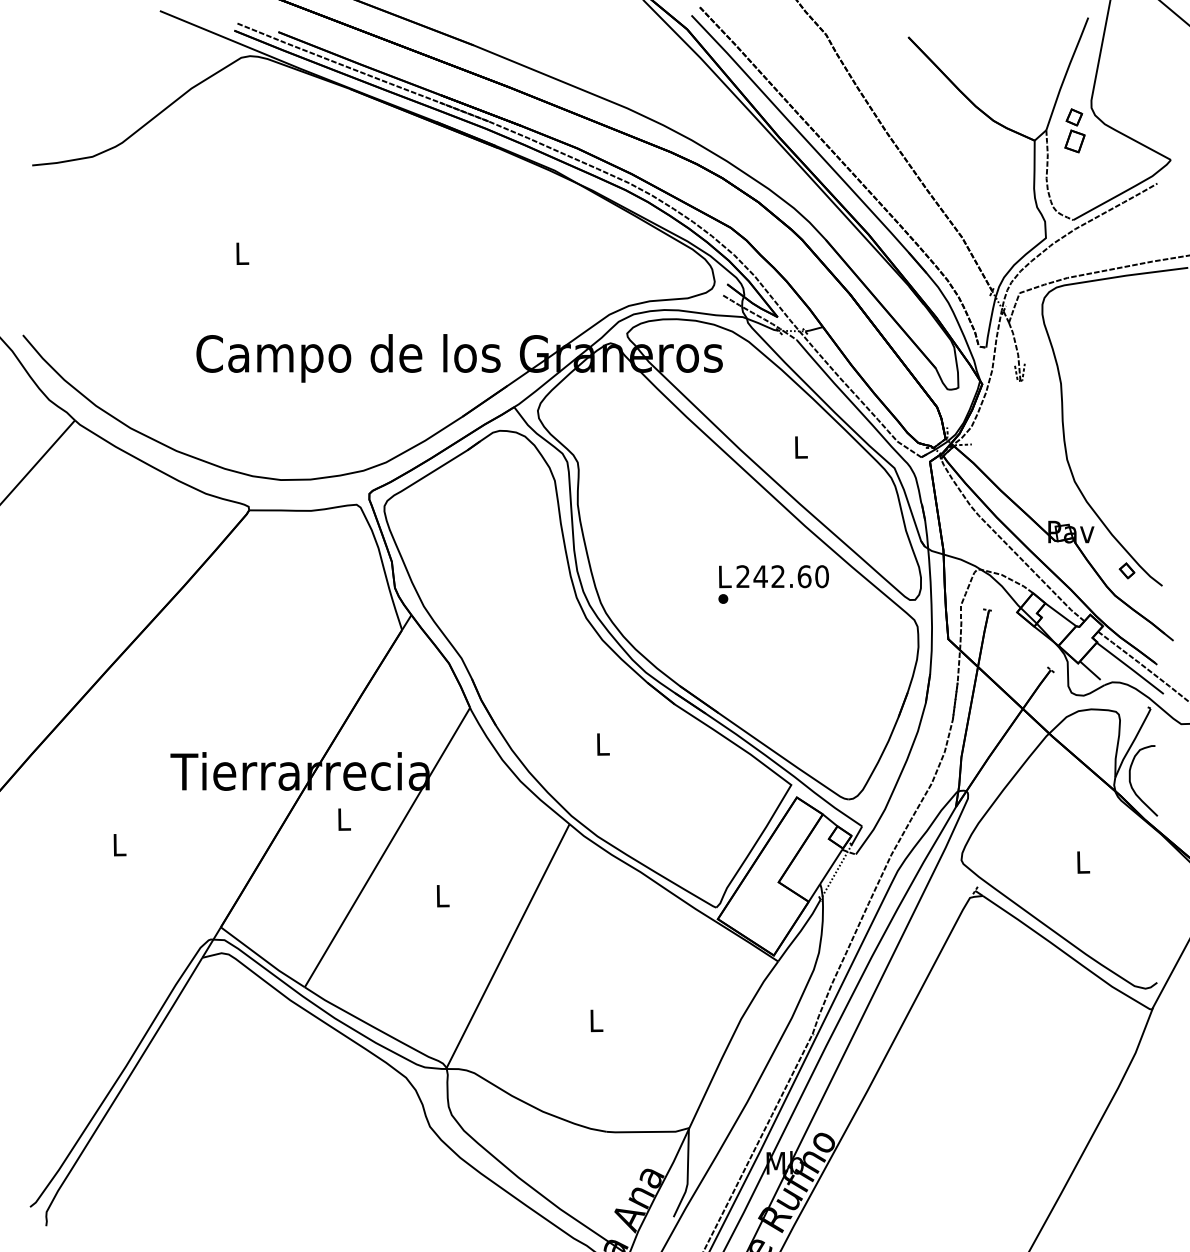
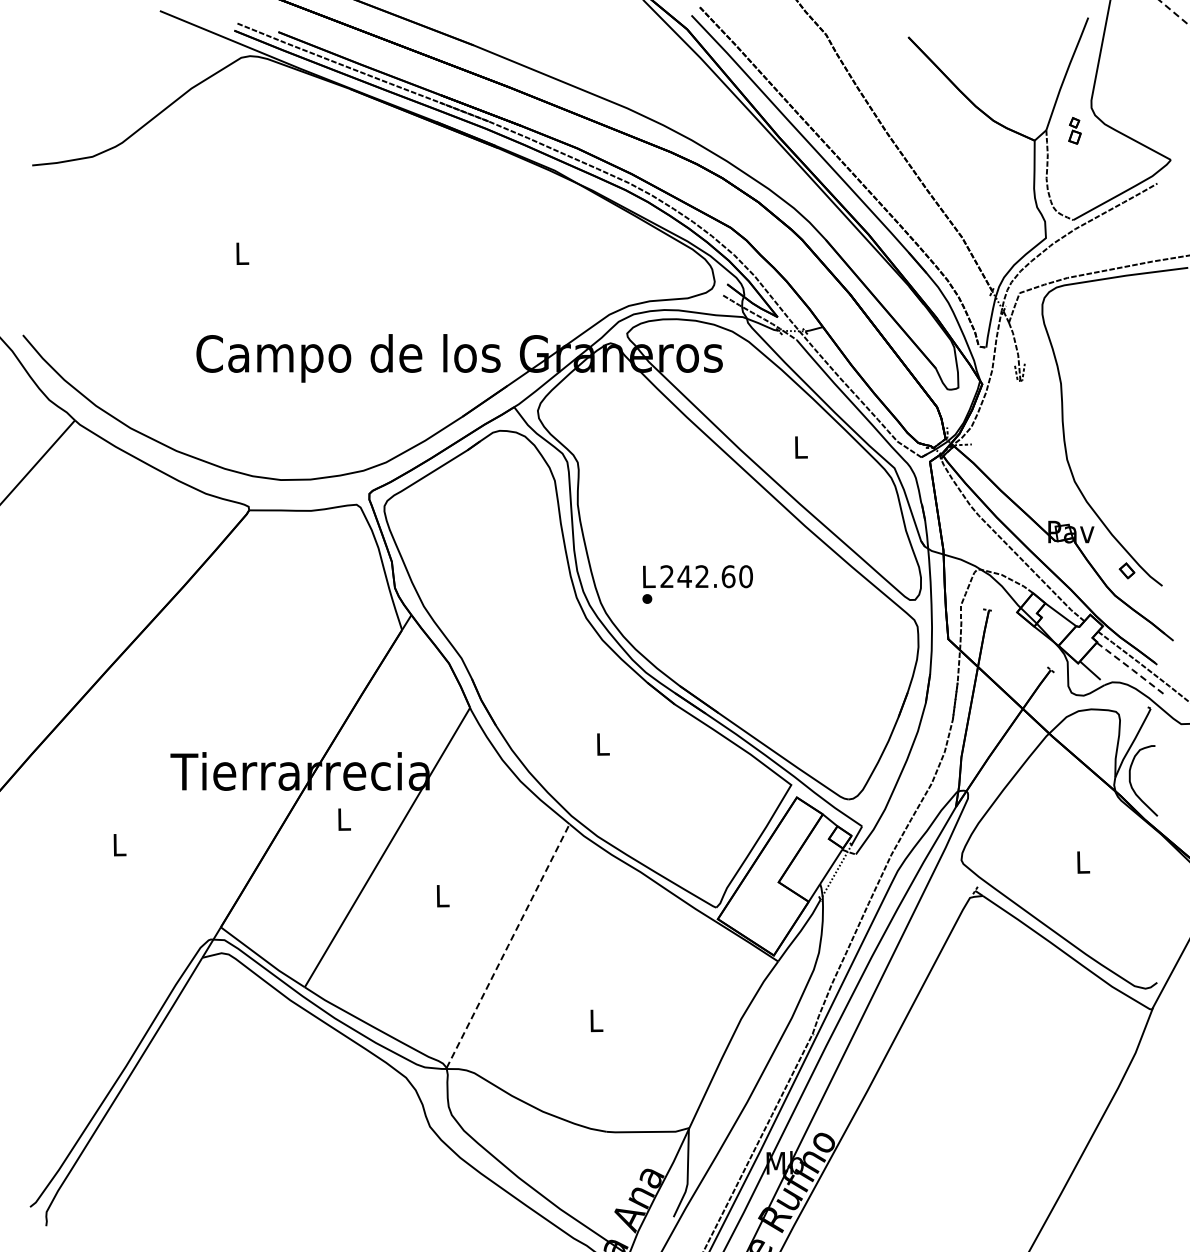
line at (1174, 12): solid -> dashed
part at (1074, 130) size: 22x46 px -> 14x28 px
text at (773, 584) position: (773, 584) -> (697, 584)
line at (1130, 668): solid -> dashed
line at (508, 946): solid -> dashed
